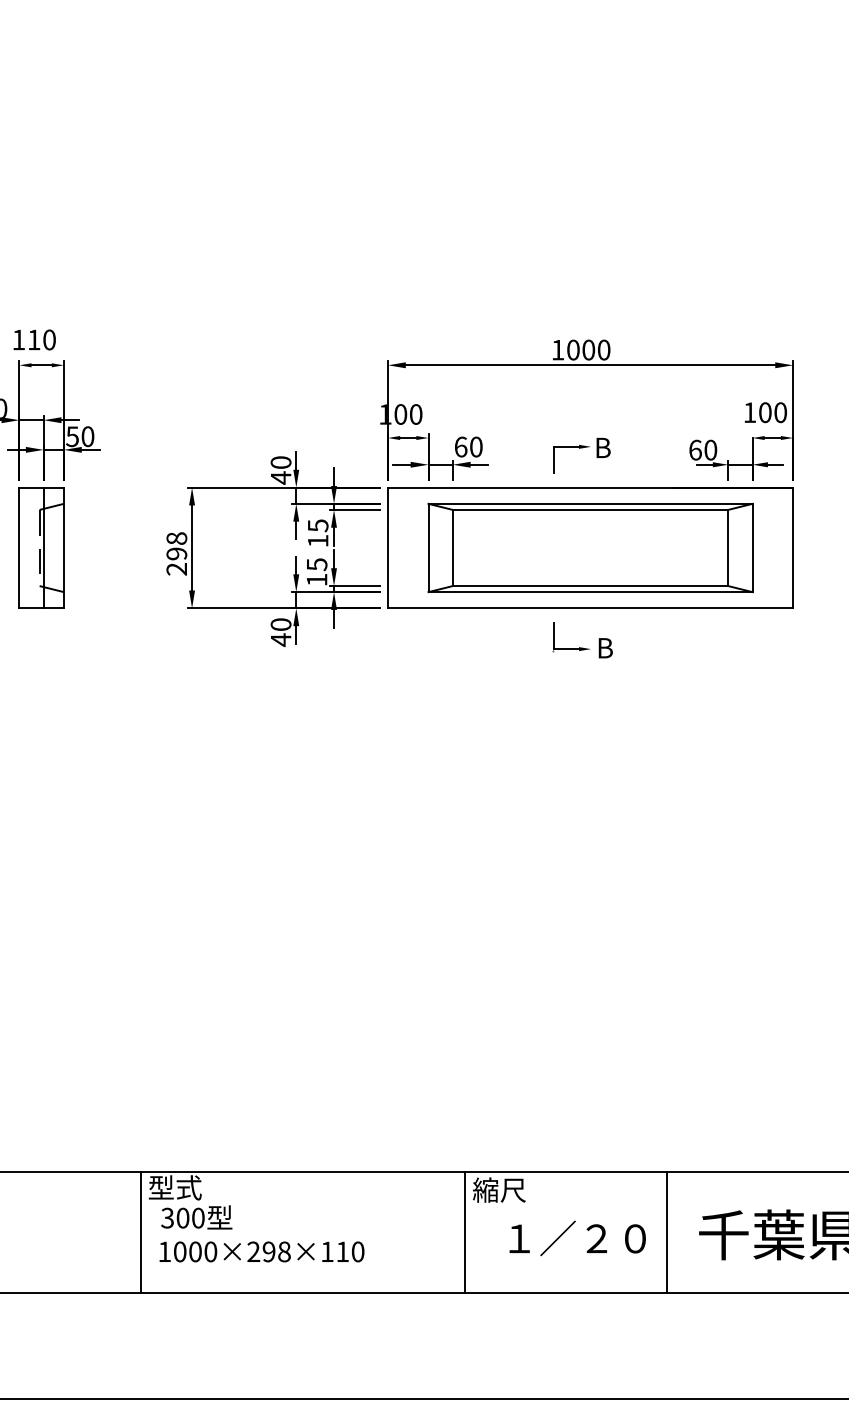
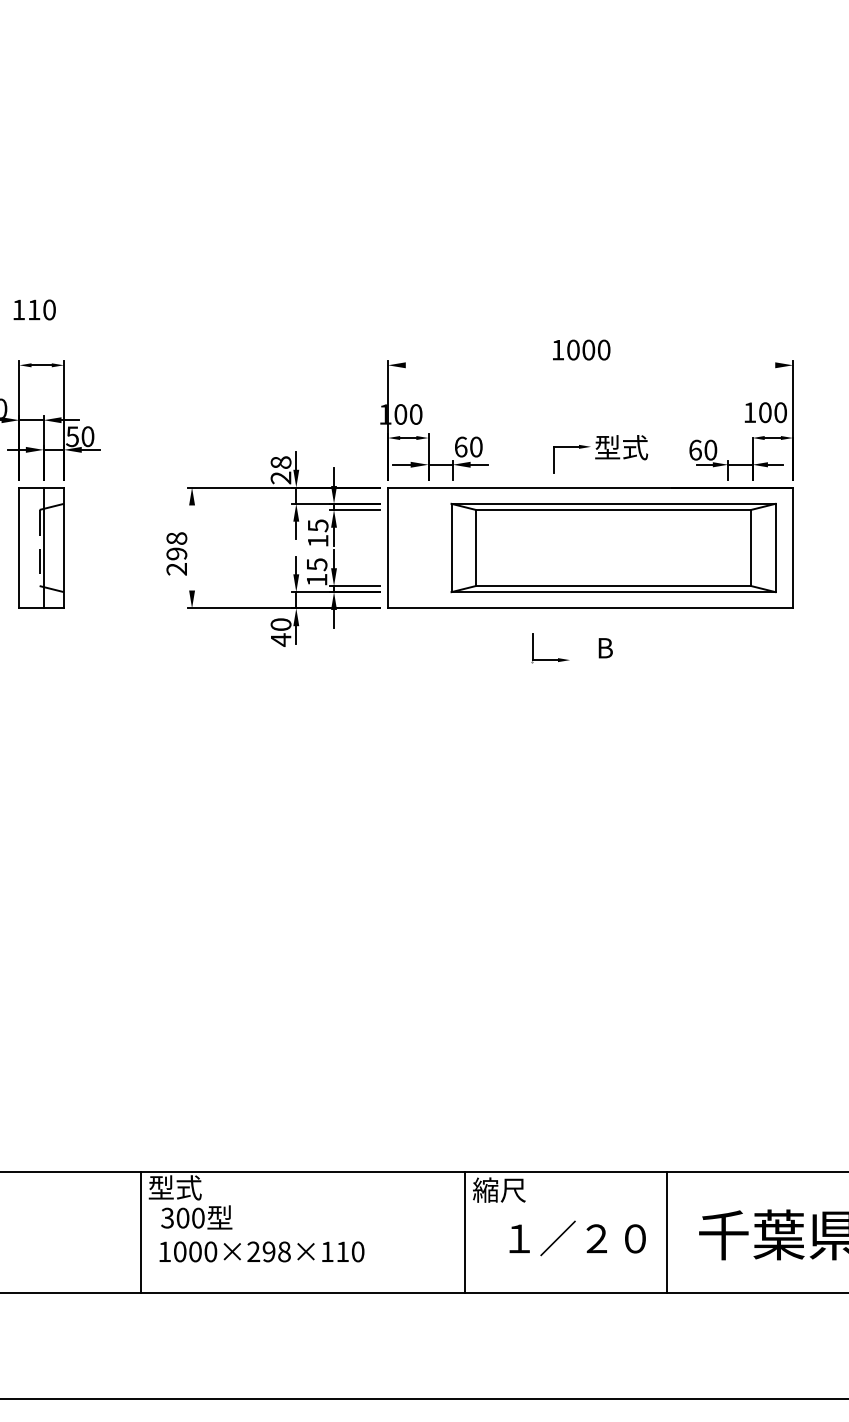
text at (34, 339) position: (34, 339) -> (34, 309)
line at (590, 365): present -> none
text at (621, 447): B -> 型式
text at (280, 470): 40 -> 28
line at (192, 547): present -> none
part at (590, 547) position: (590, 547) -> (613, 547)
part at (571, 648) position: (571, 648) -> (550, 659)
